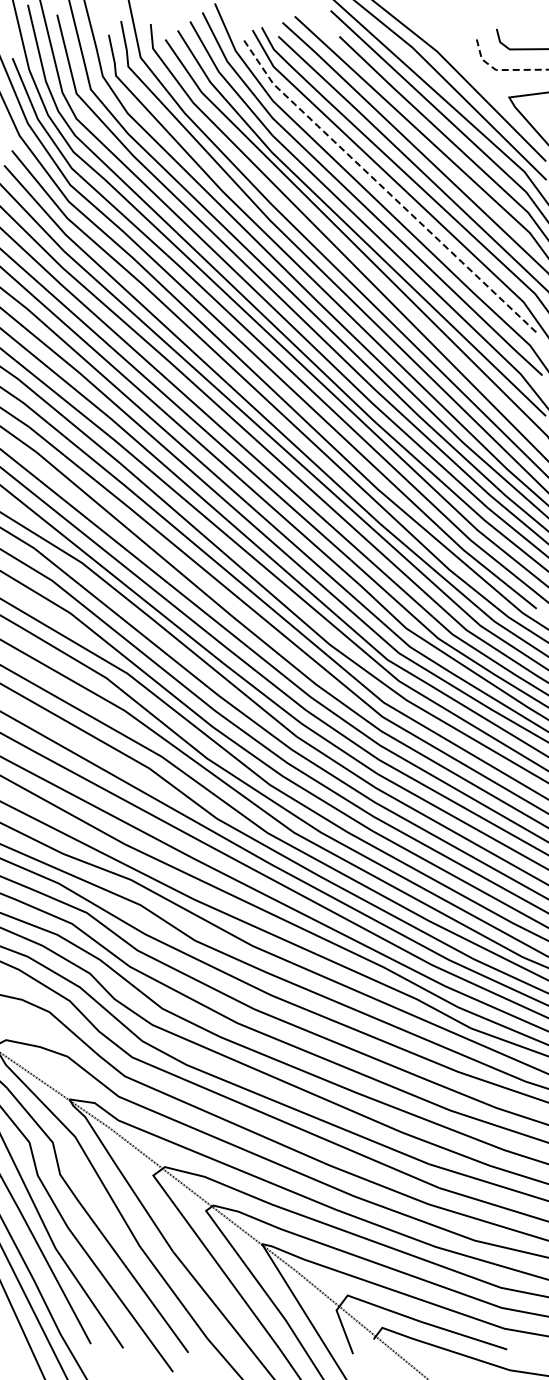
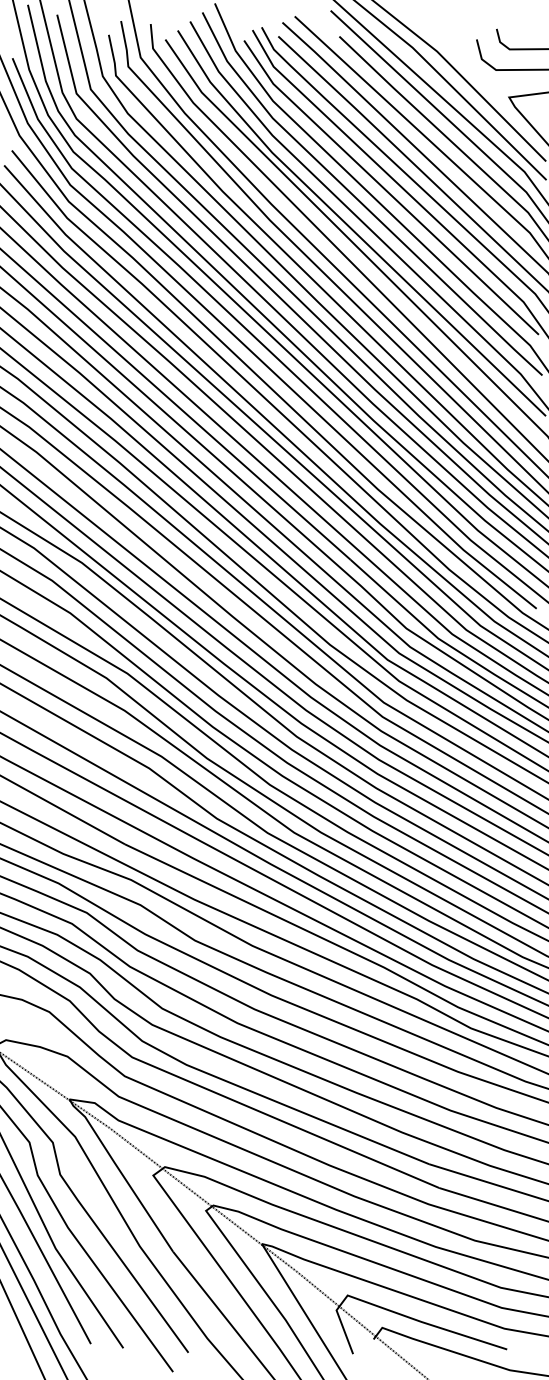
line at (502, 70): dashed -> solid
line at (386, 190): dashed -> solid
